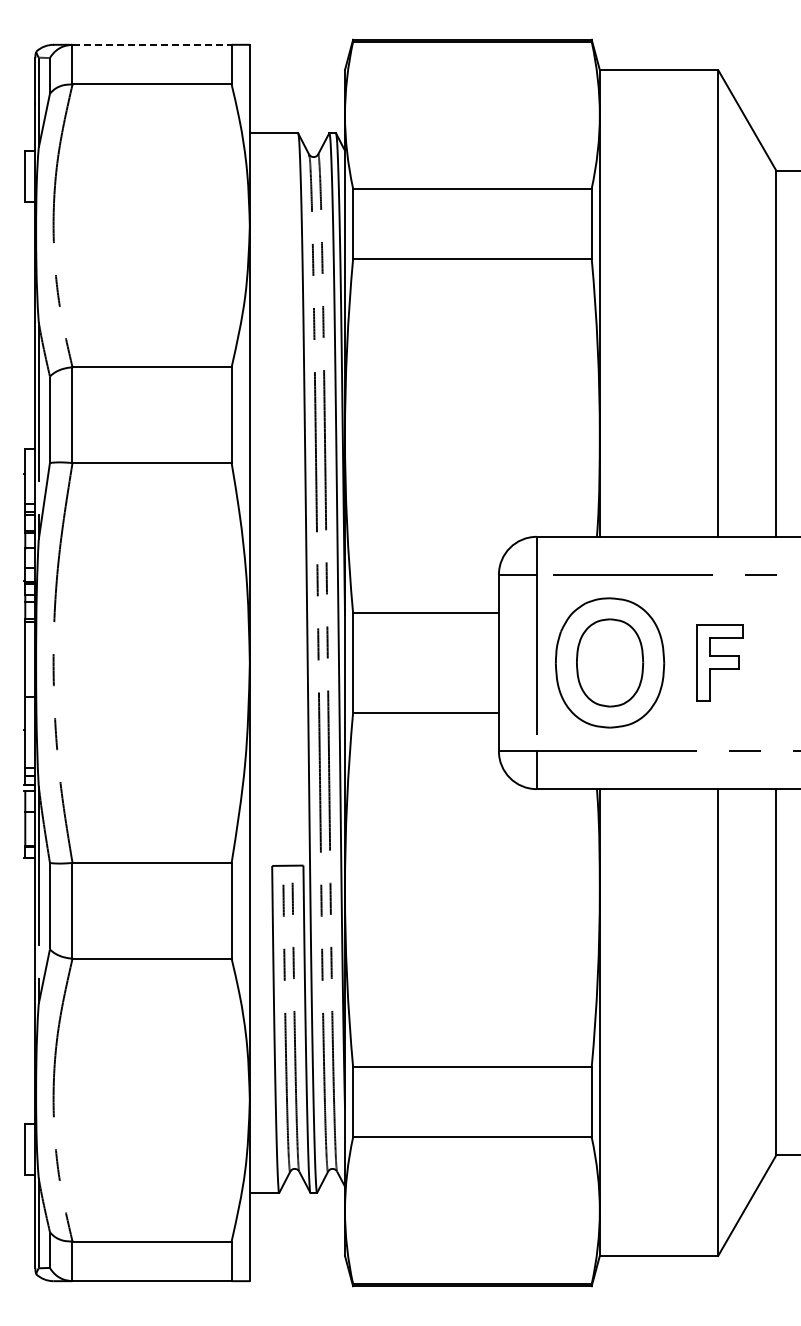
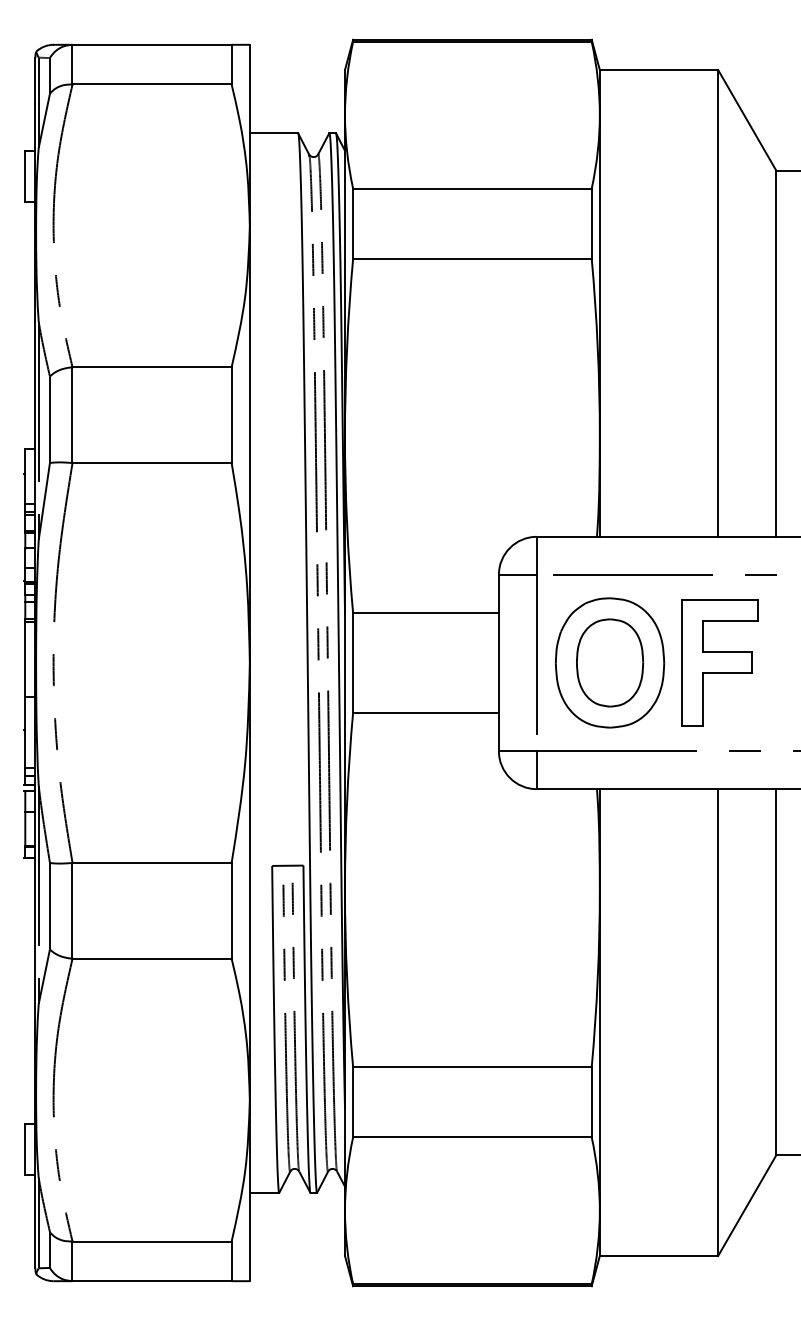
line at (152, 44): dashed -> solid
part at (719, 662) size: 48x78 px -> 78x128 px
